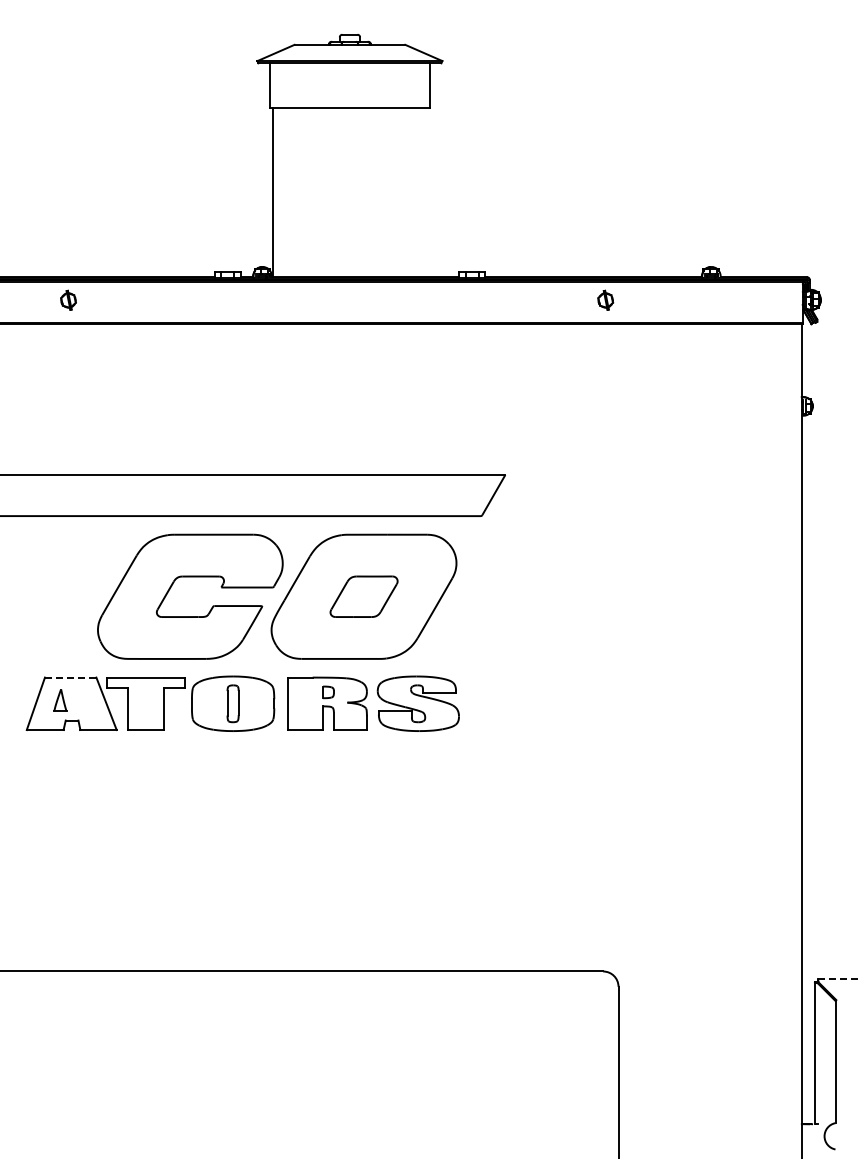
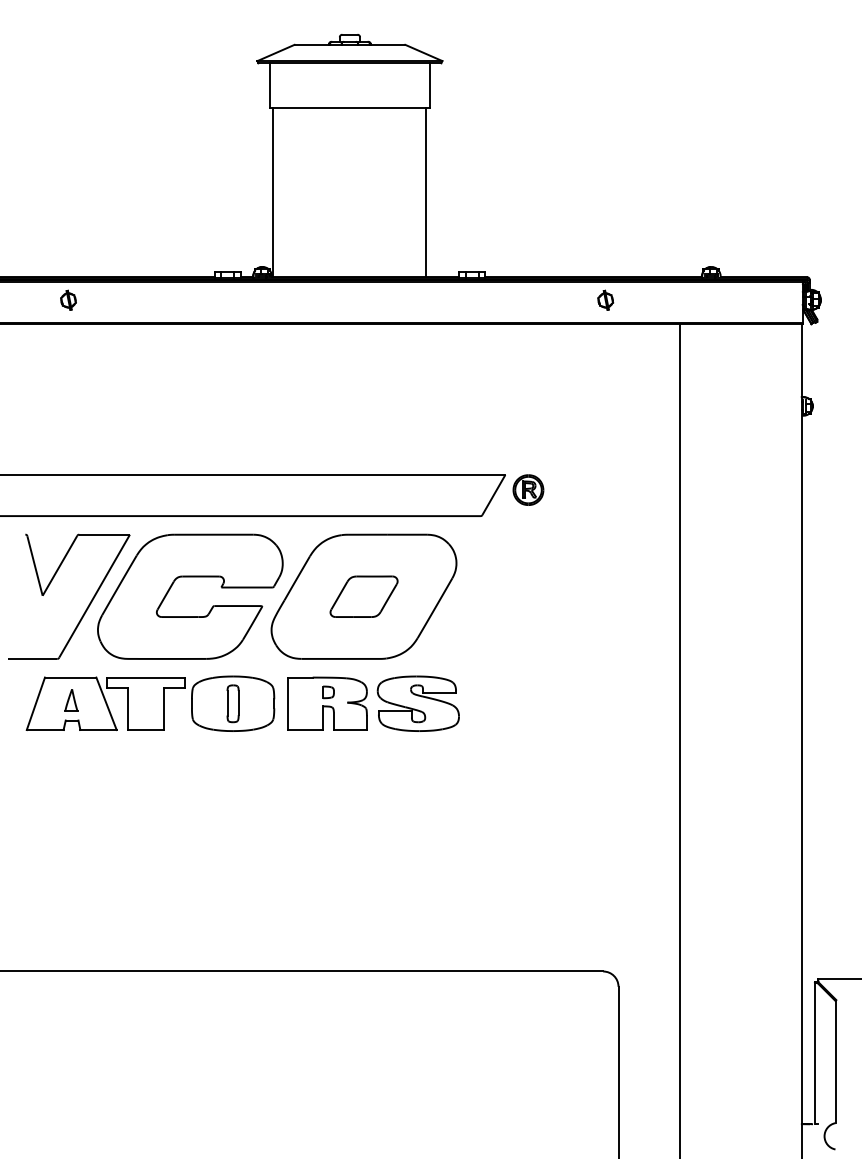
line at (426, 192): none -> present
part at (528, 489): none -> present
part at (87, 606): none -> present
line at (70, 677): dashed -> solid
part at (60, 700) position: (60, 700) -> (71, 700)
line at (679, 739): none -> present
line at (839, 979): dashed -> solid
